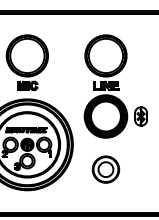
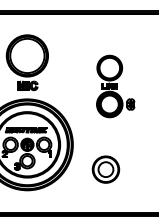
part at (115, 86) size: 65x105 px -> 40x65 px
